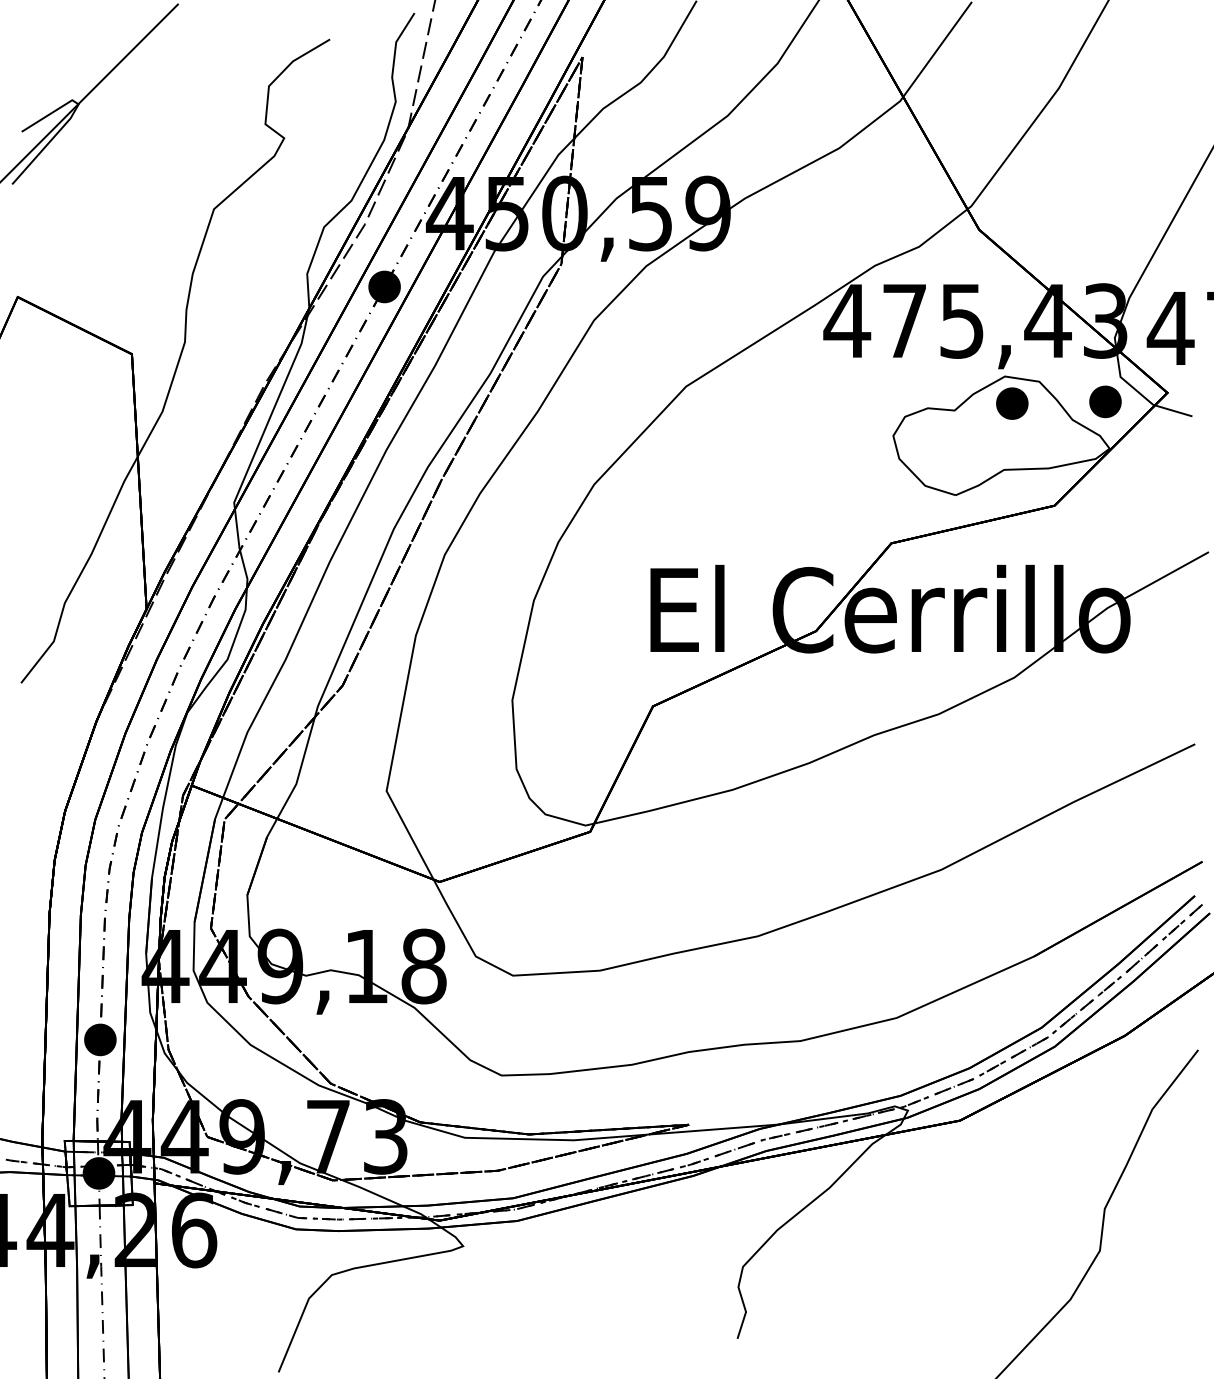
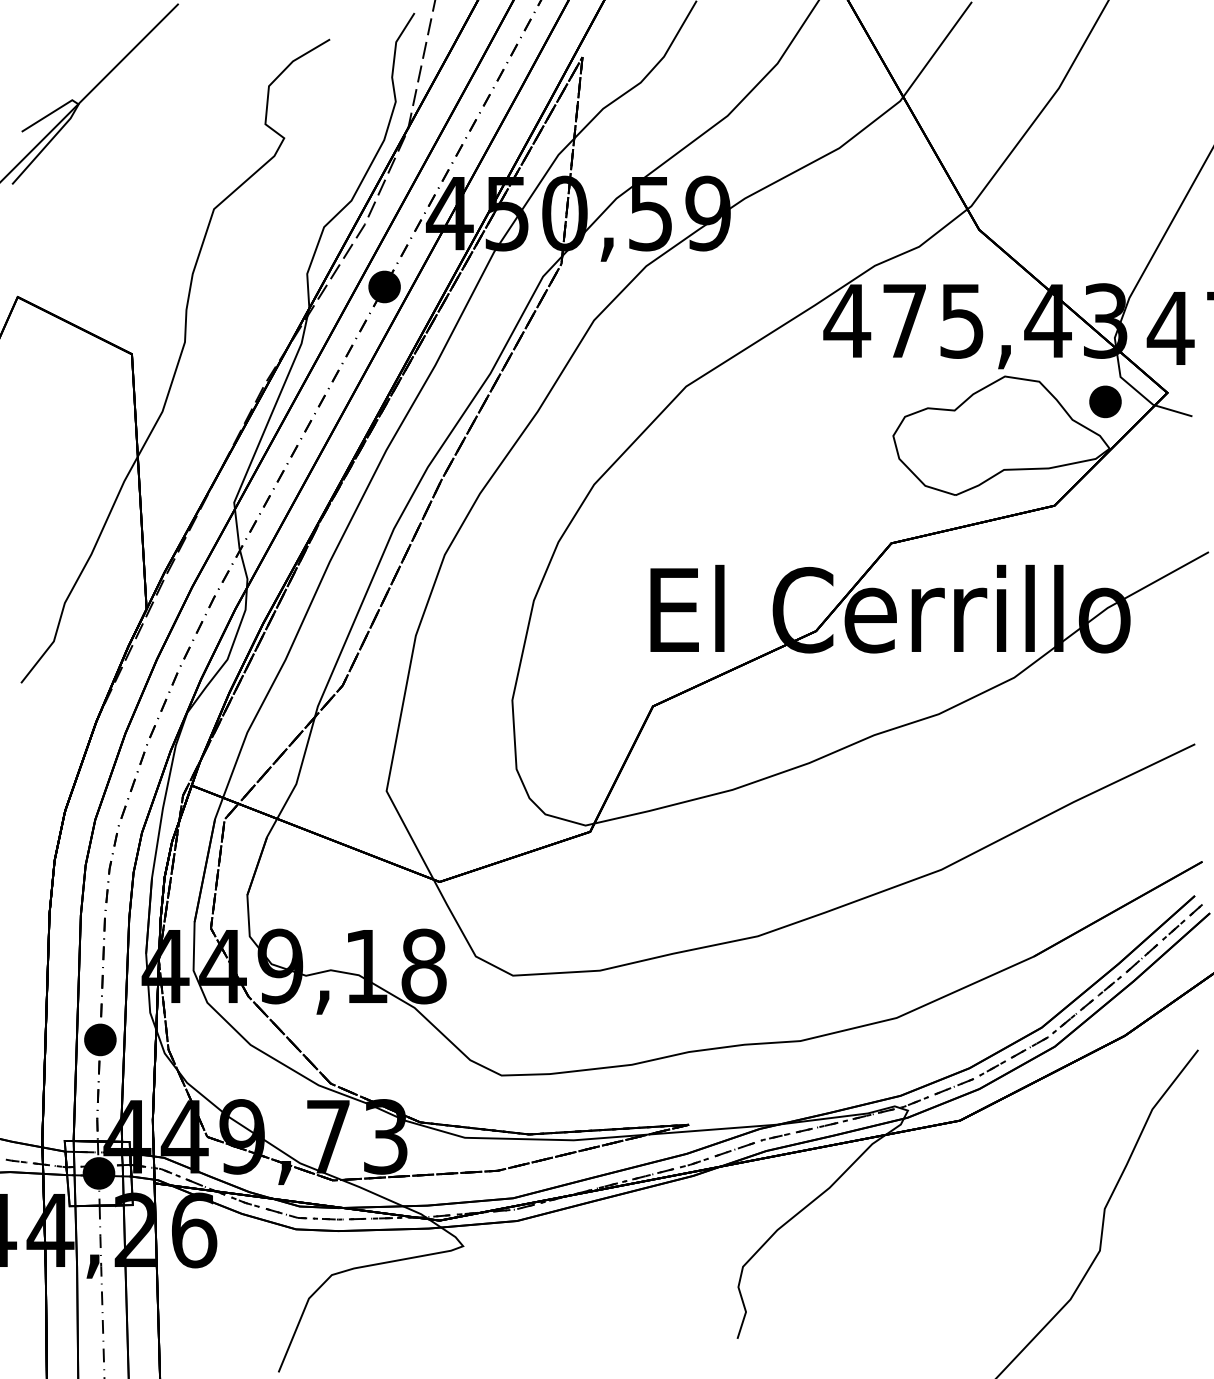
part at (1012, 403): present -> none
